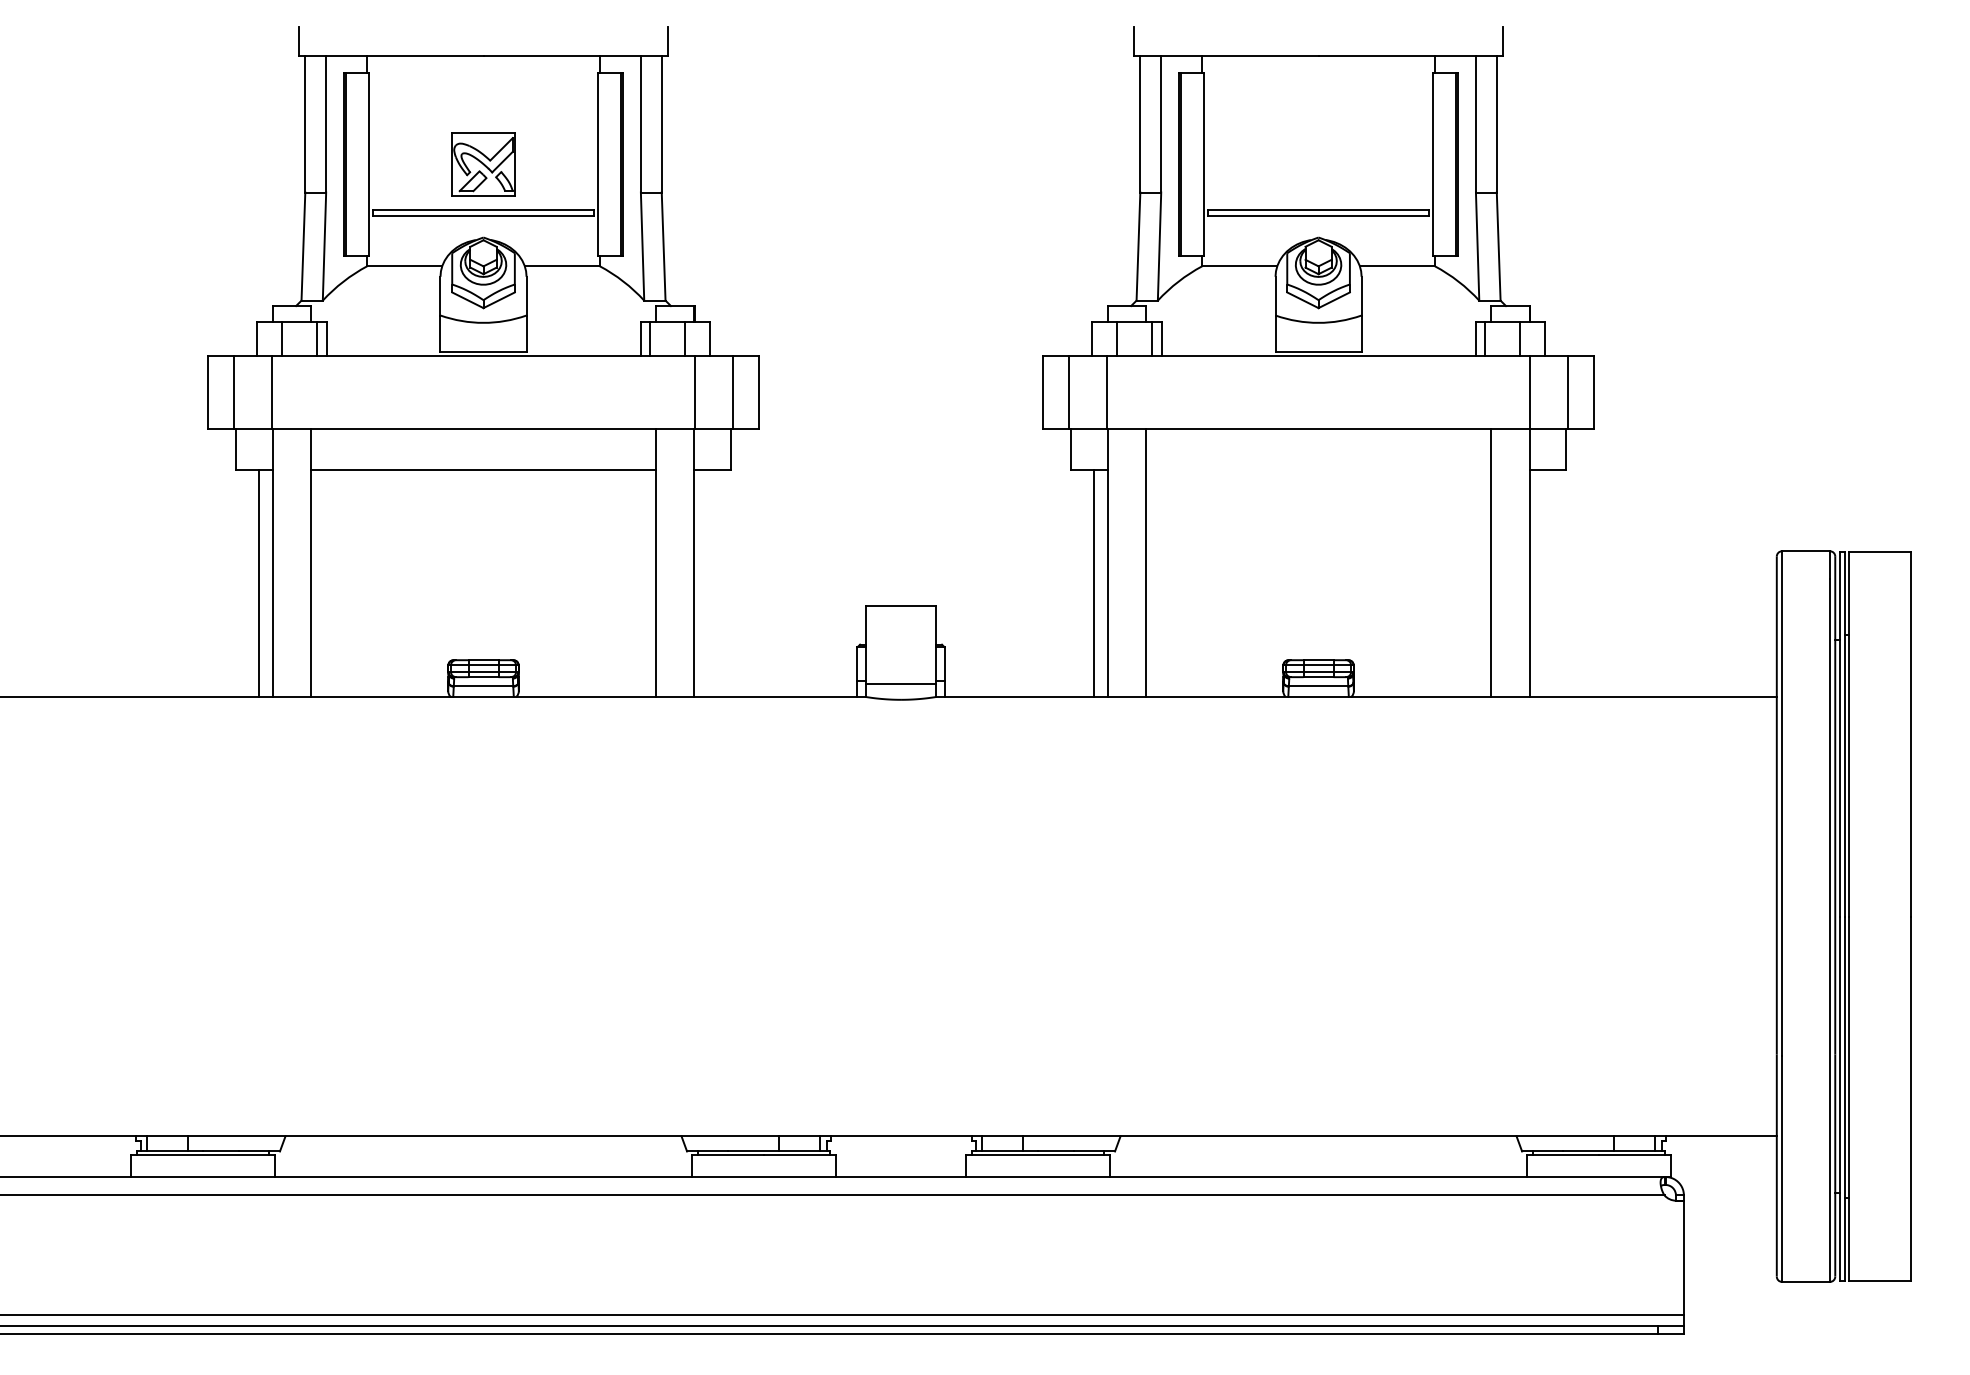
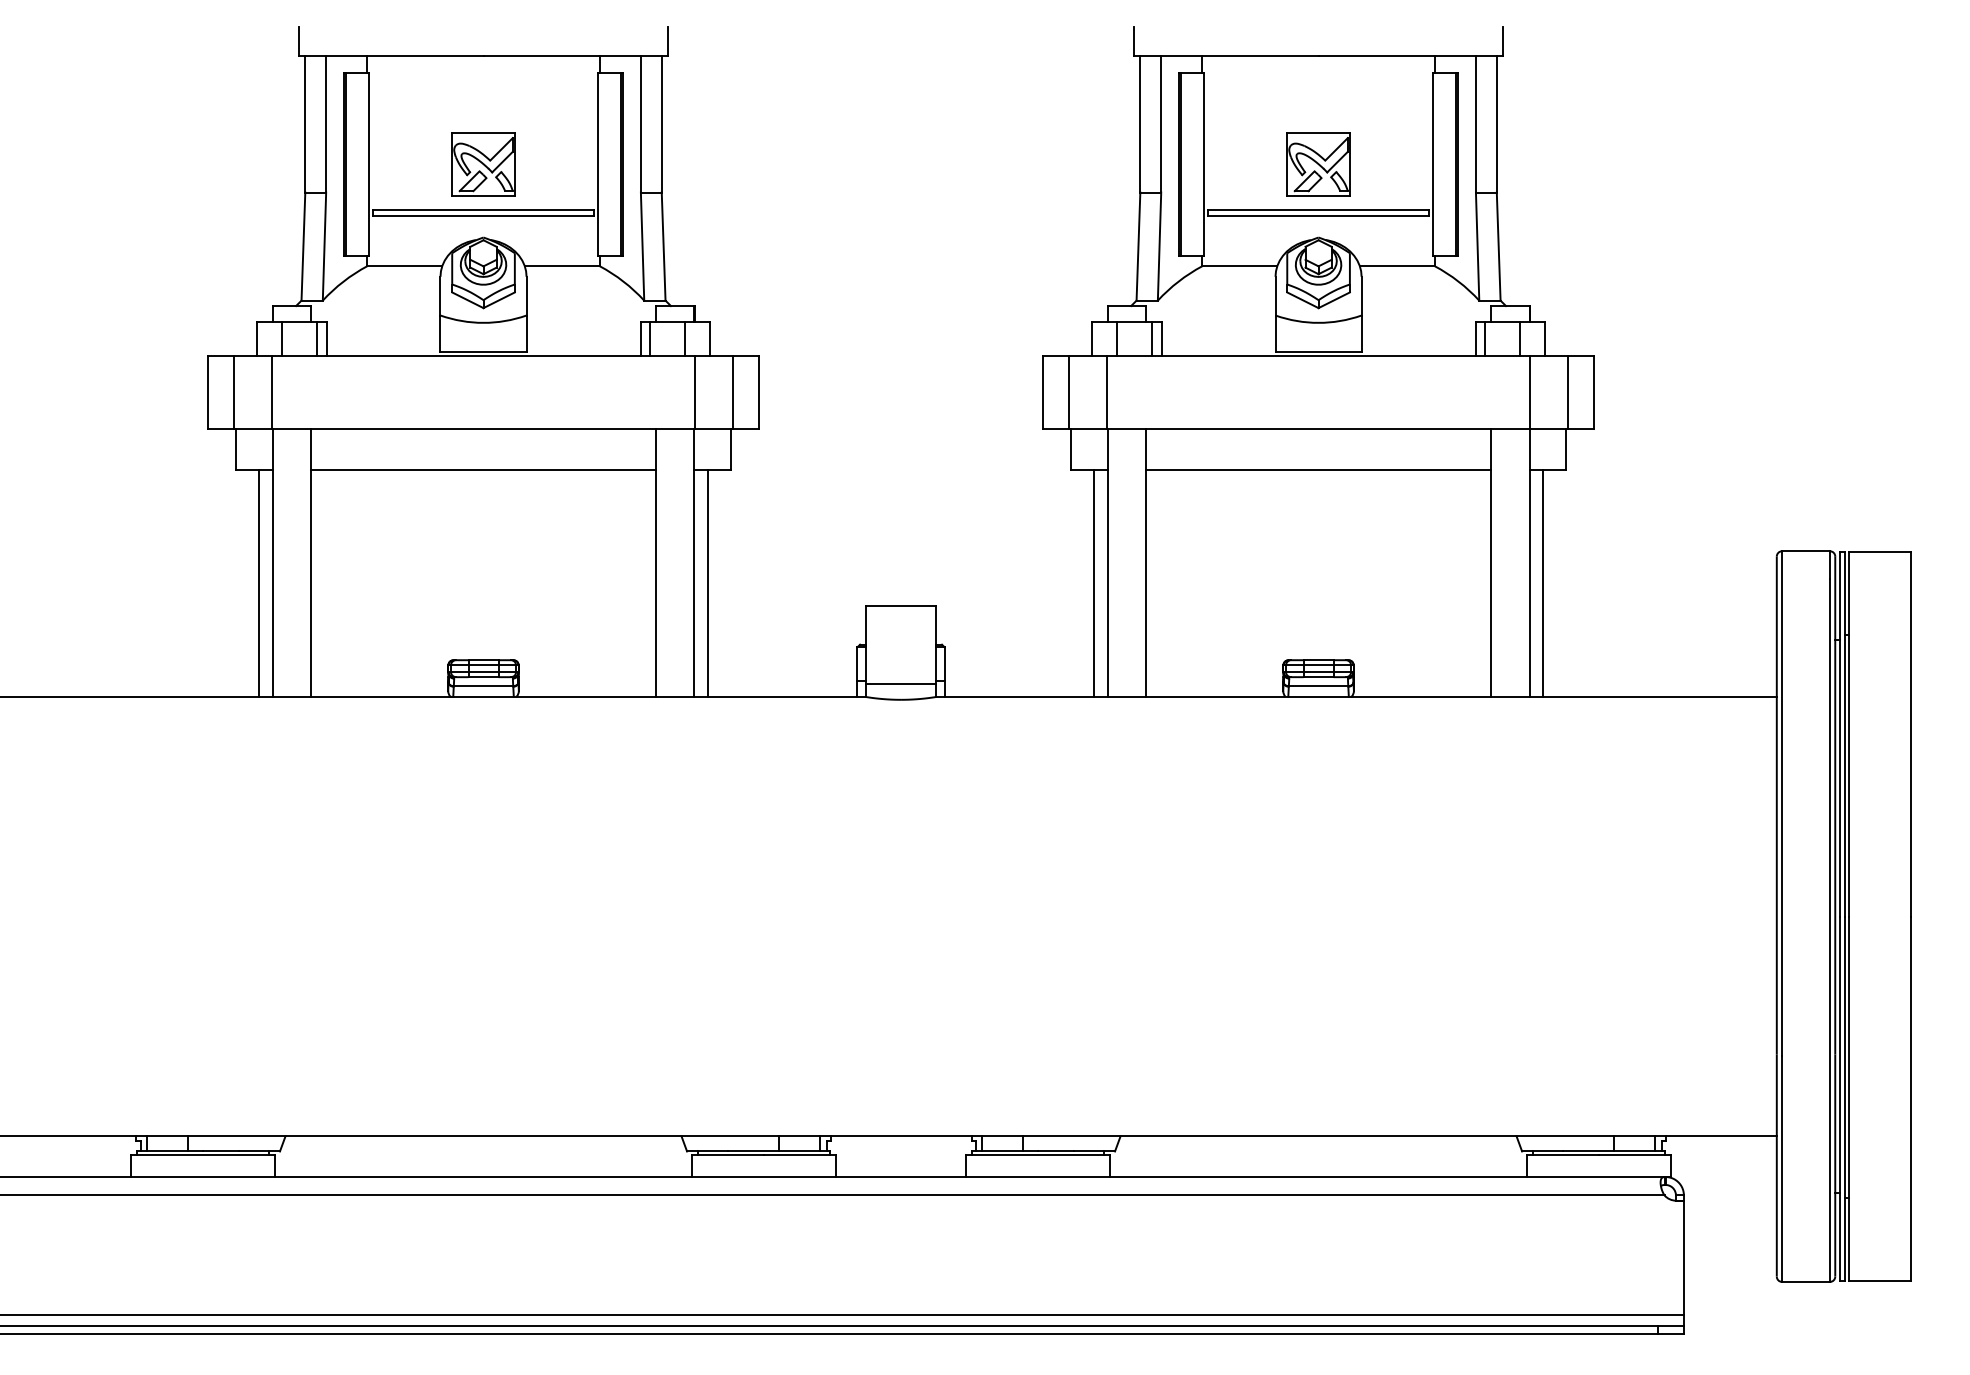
part at (1318, 164): none -> present
line at (1318, 470): none -> present
line at (707, 583): none -> present
line at (1542, 583): none -> present
